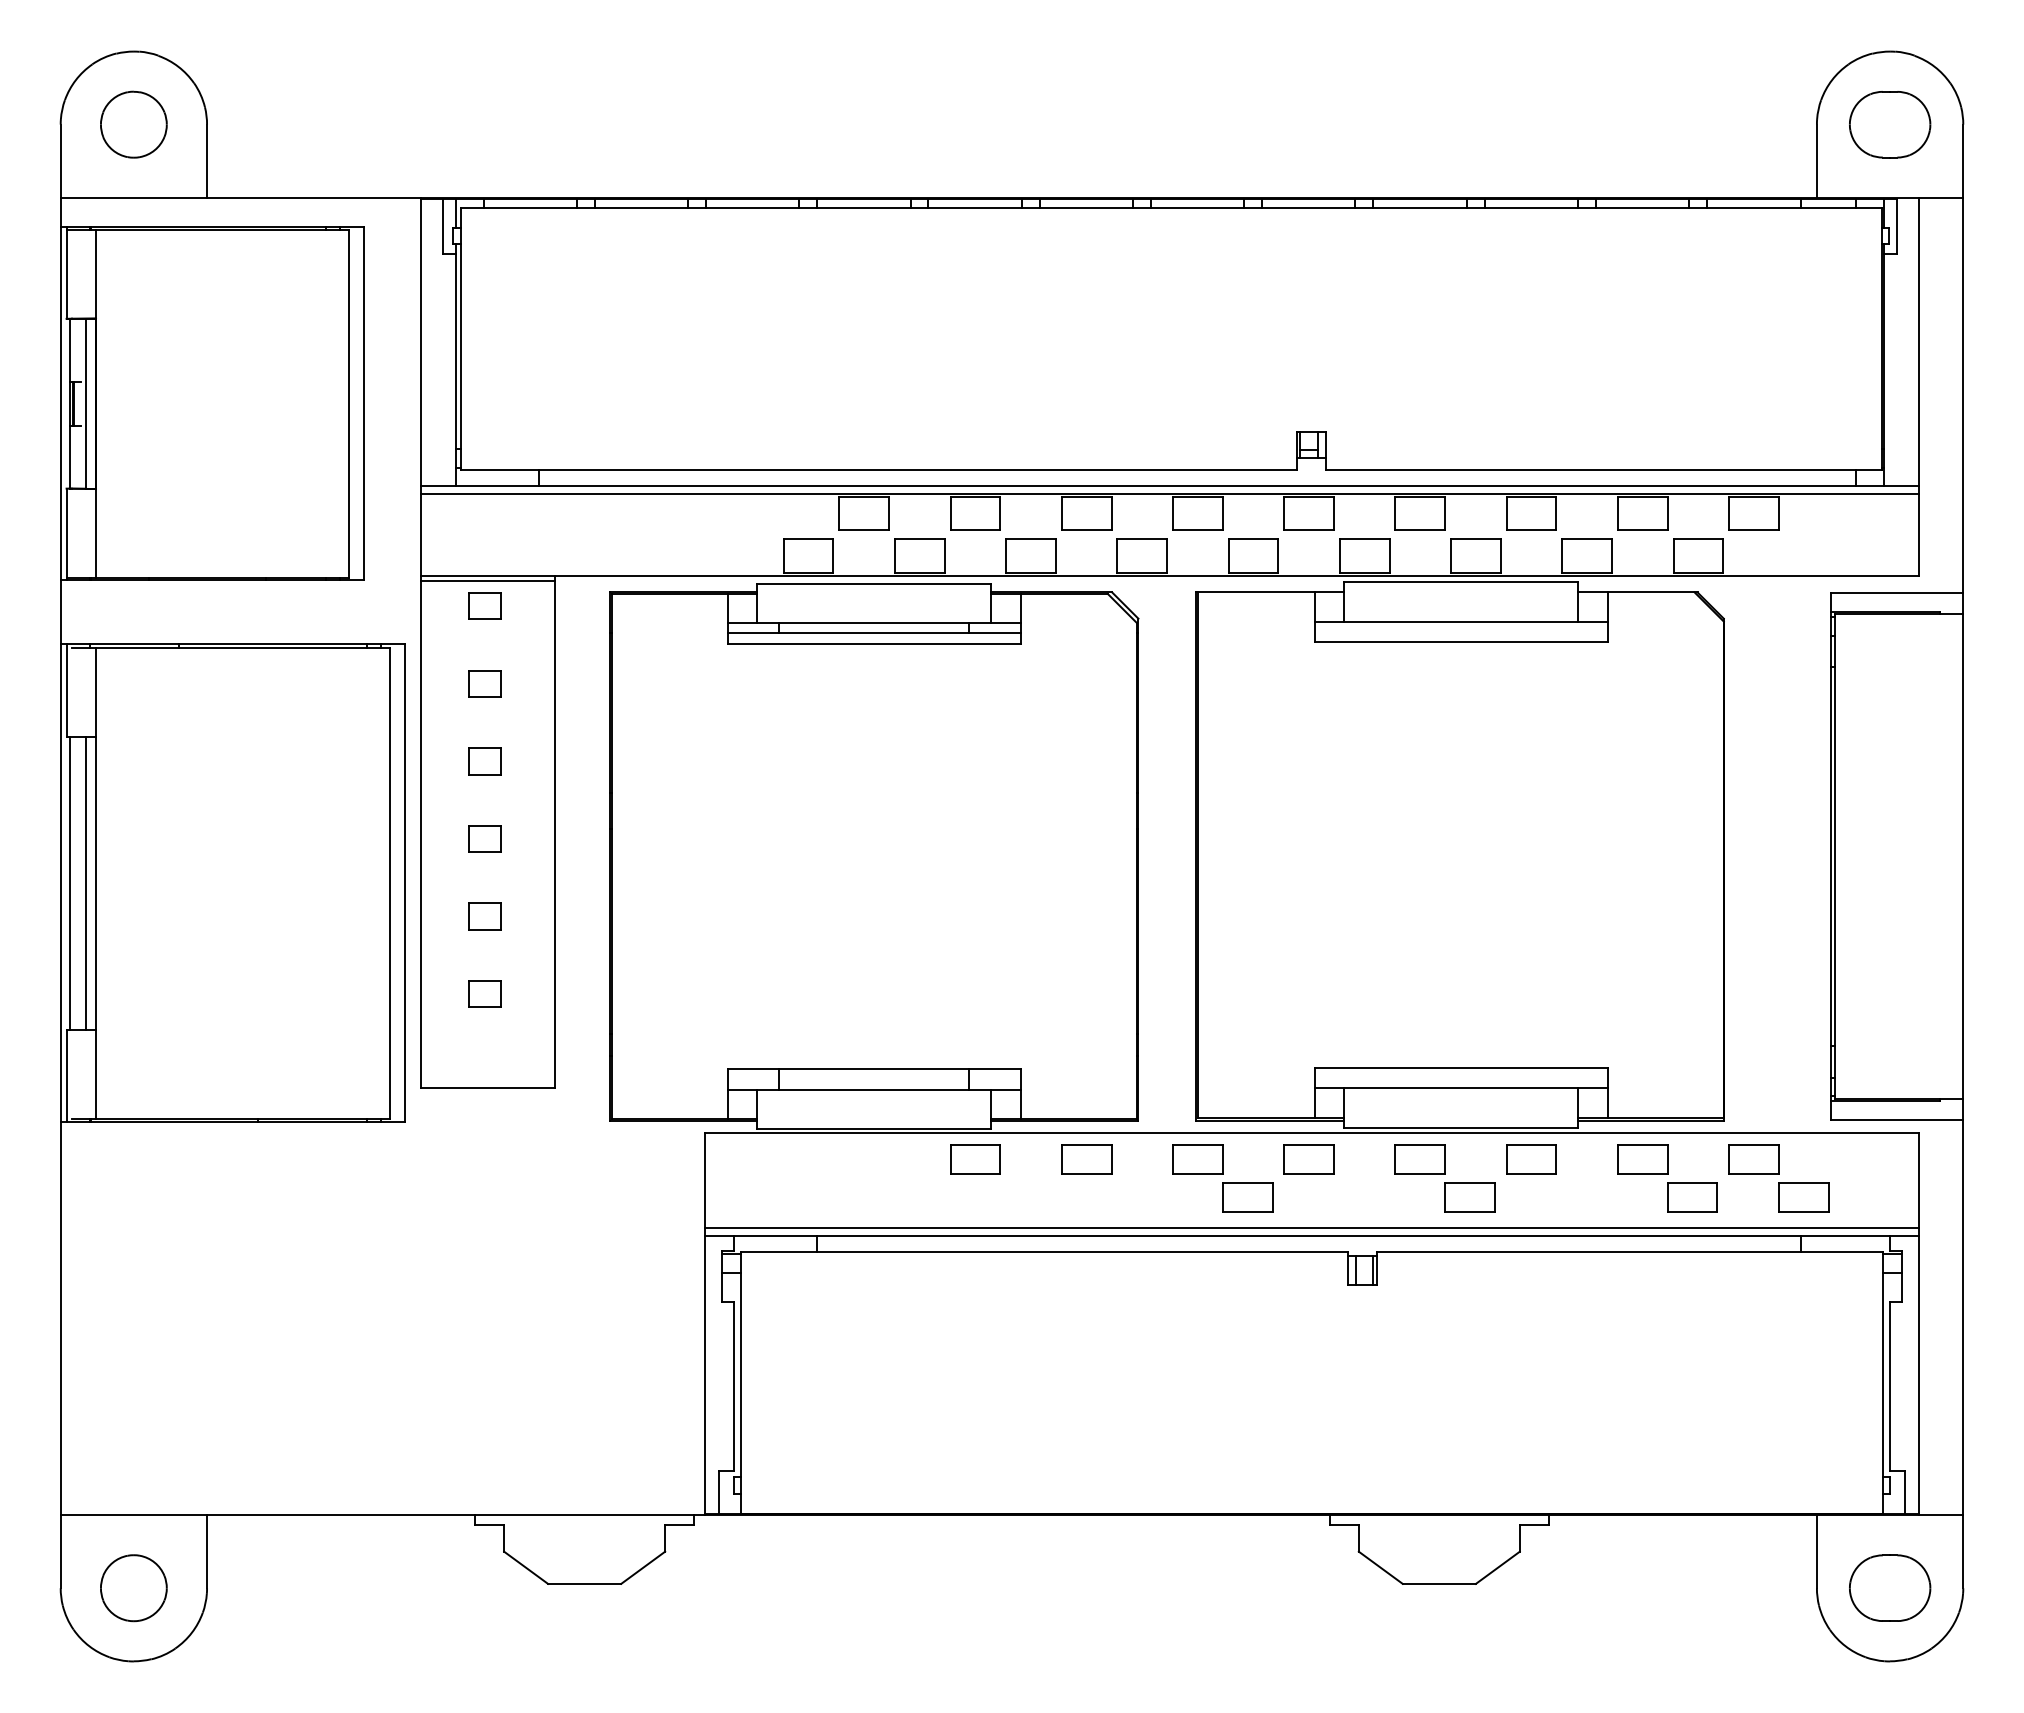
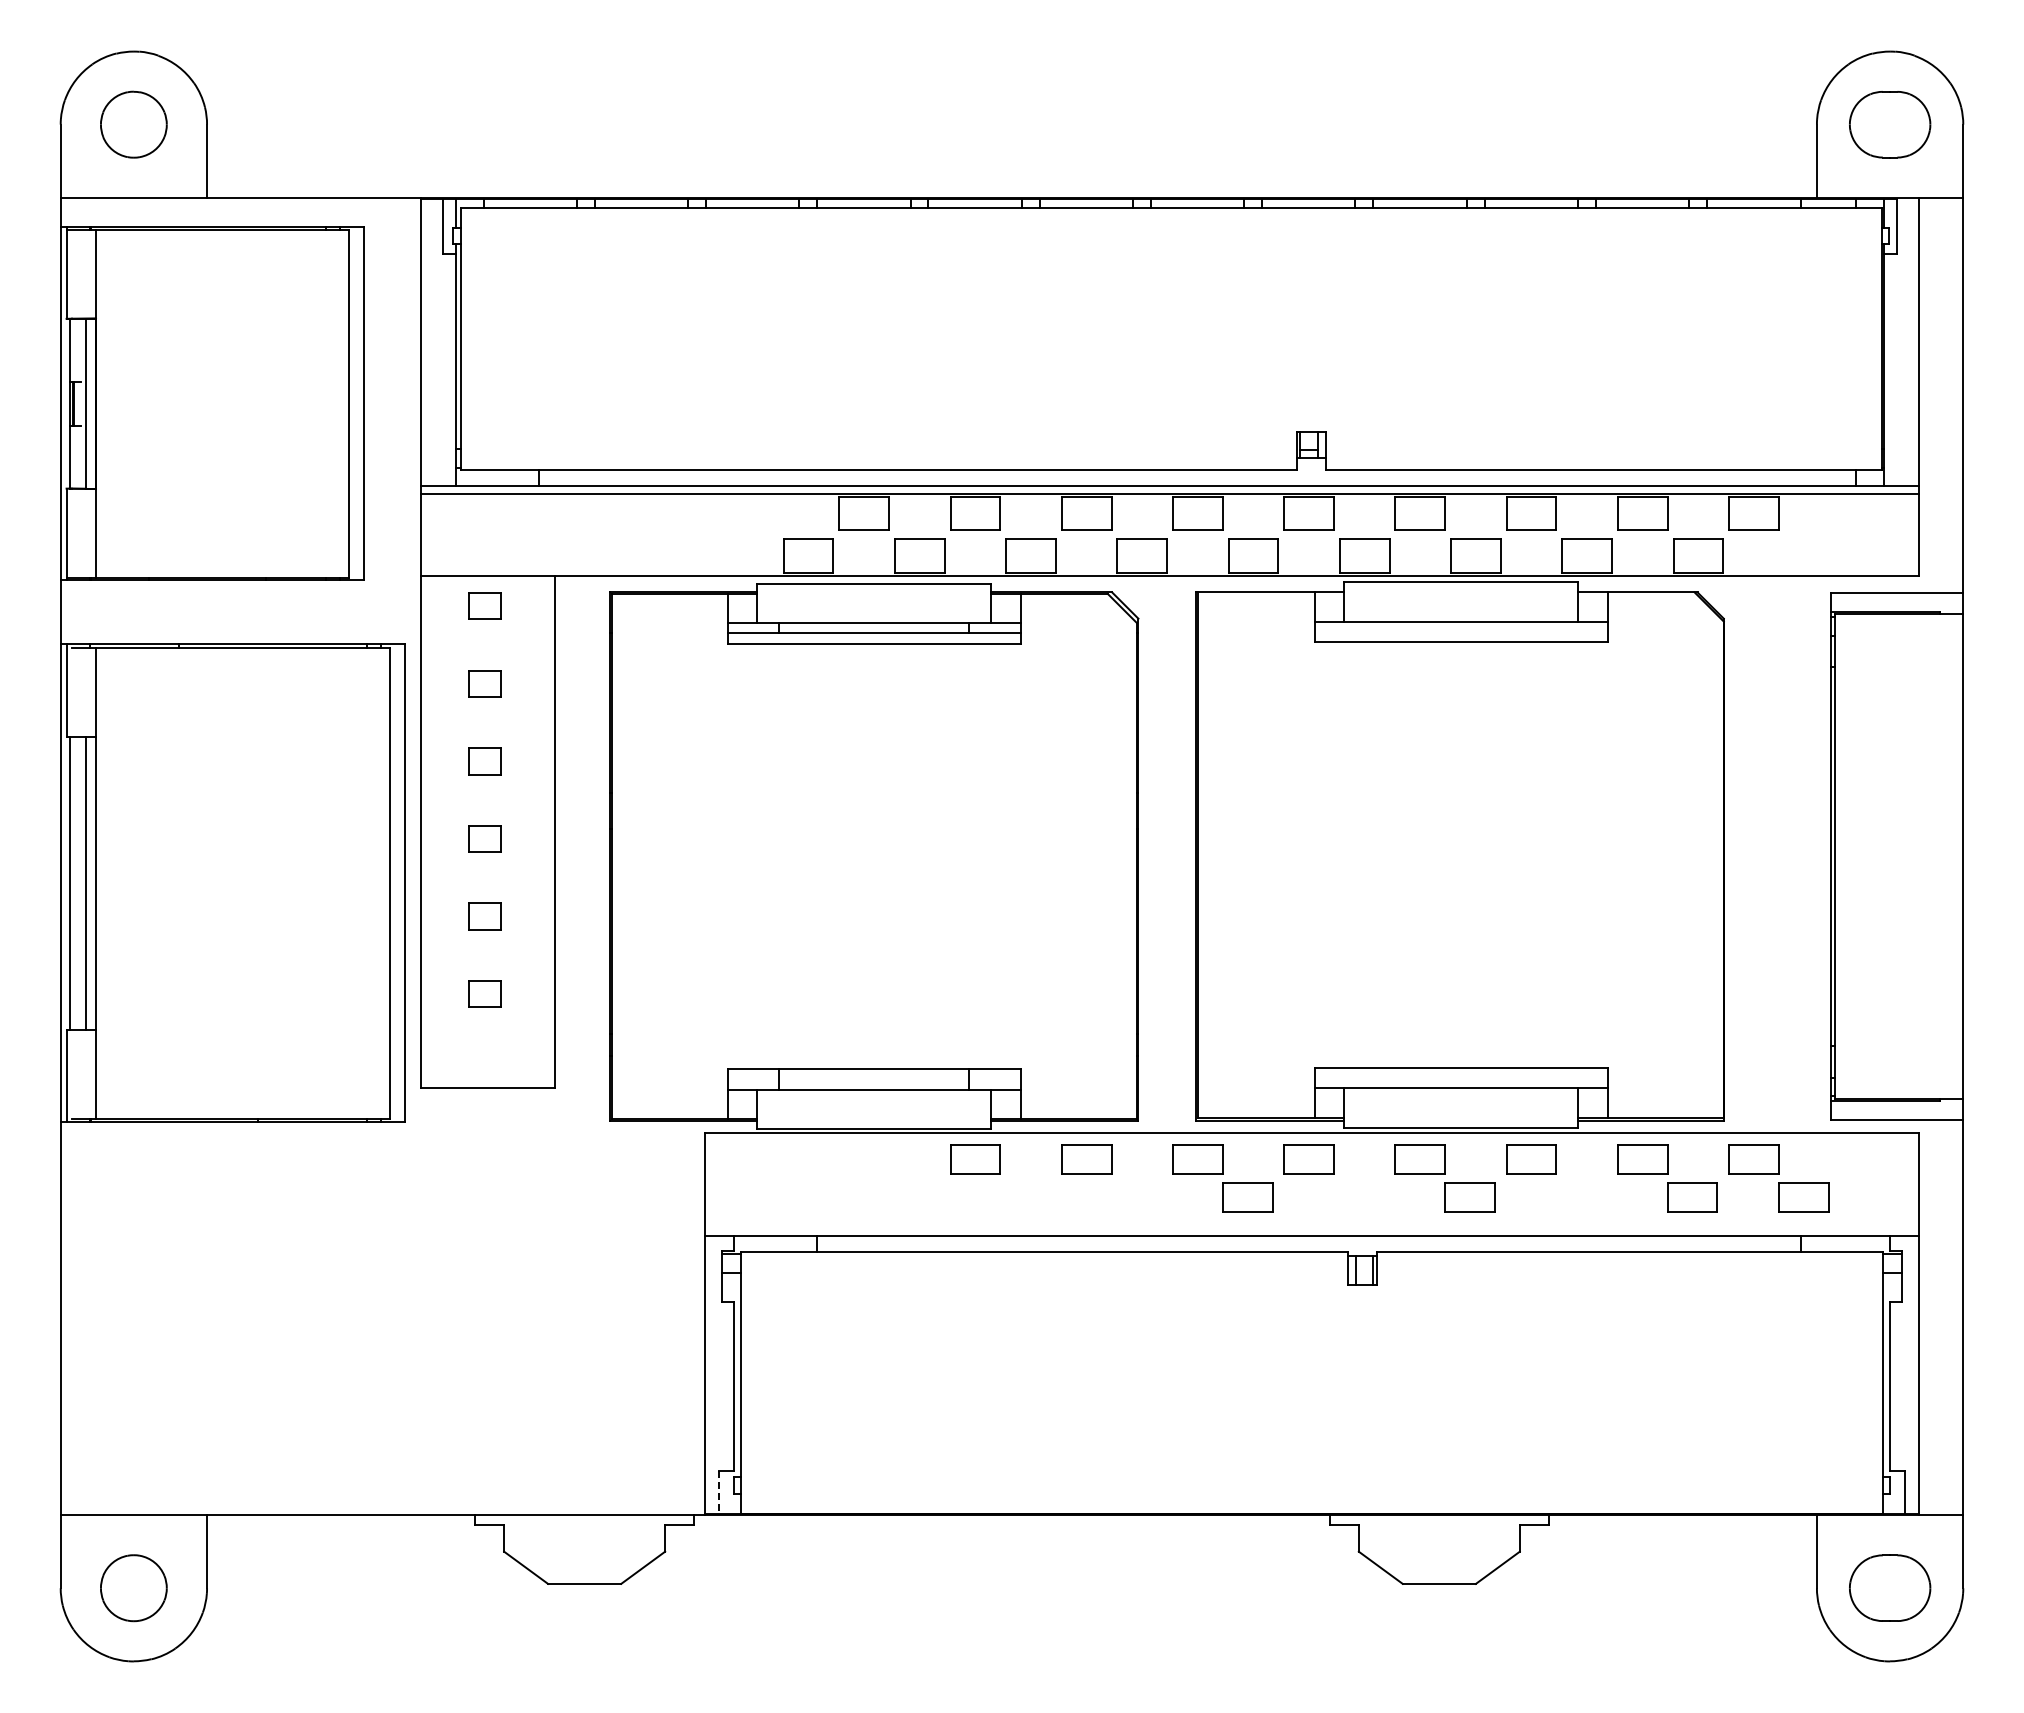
line at (487, 581): present -> none
line at (1311, 1228): present -> none
line at (719, 1492): solid -> dashed
